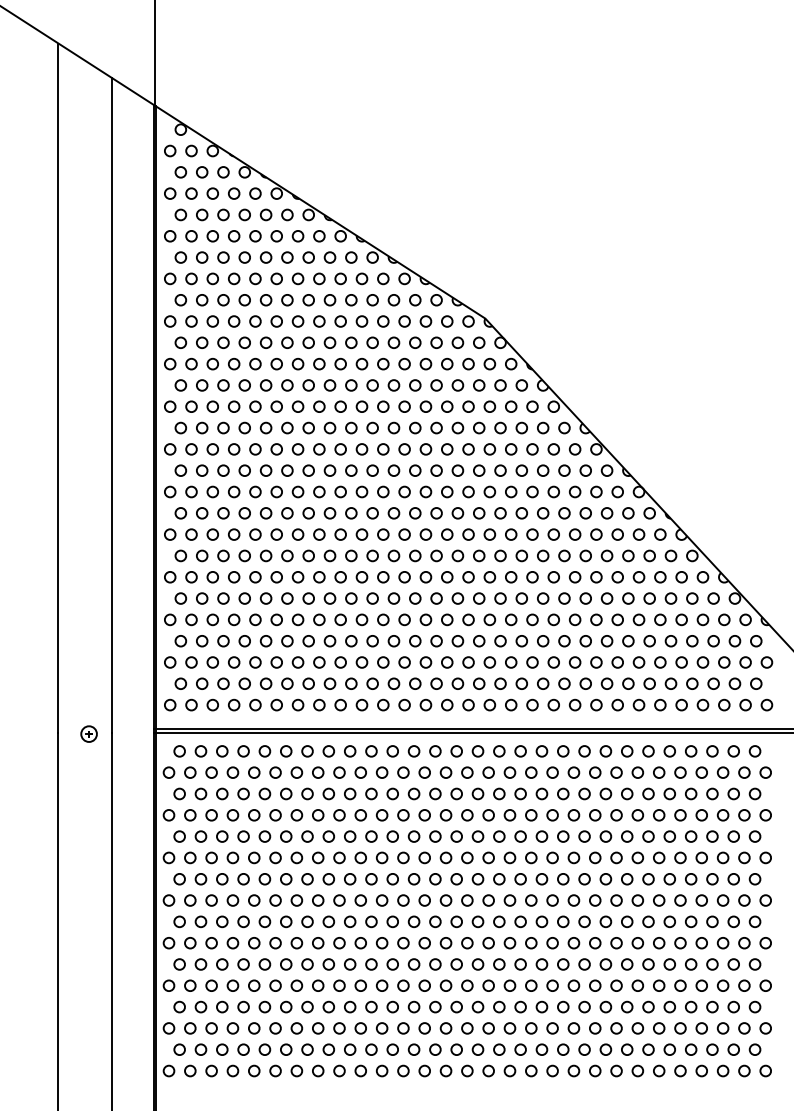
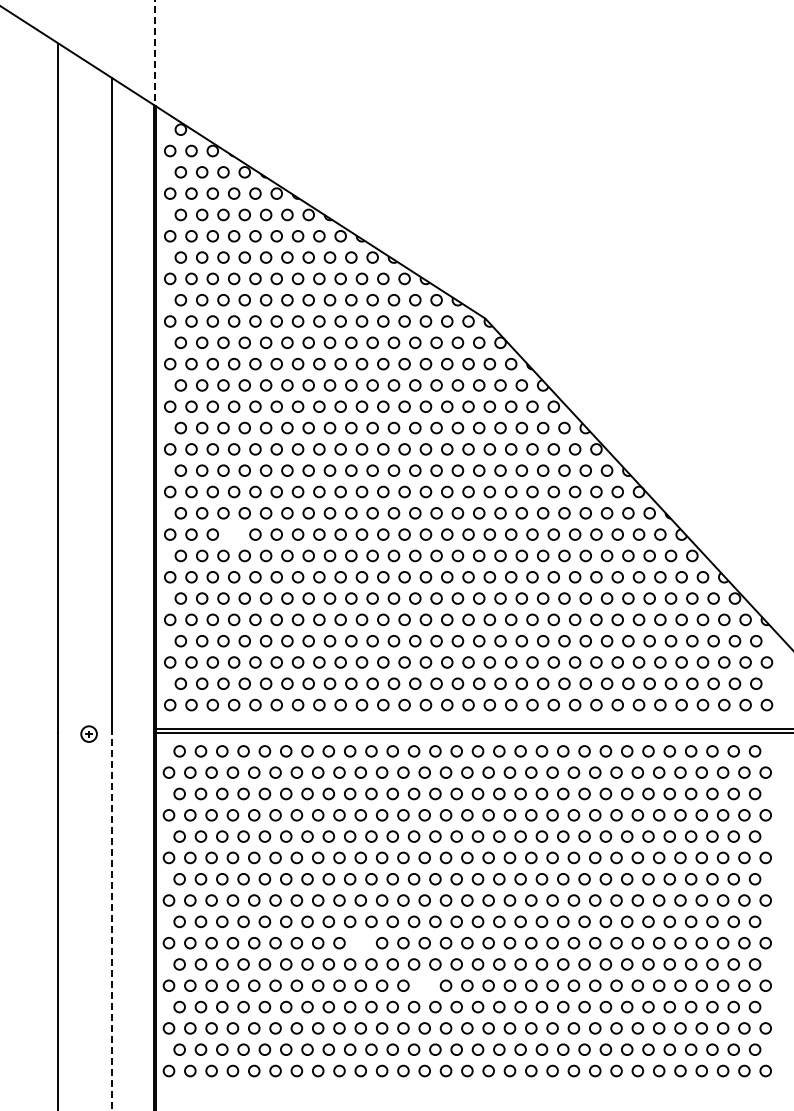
line at (154, 52): solid -> dashed
circle at (234, 534): present -> none
line at (111, 921): solid -> dashed
circle at (360, 943): present -> none
circle at (424, 985): present -> none
